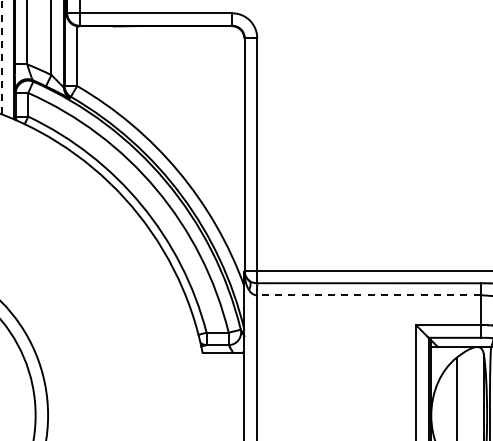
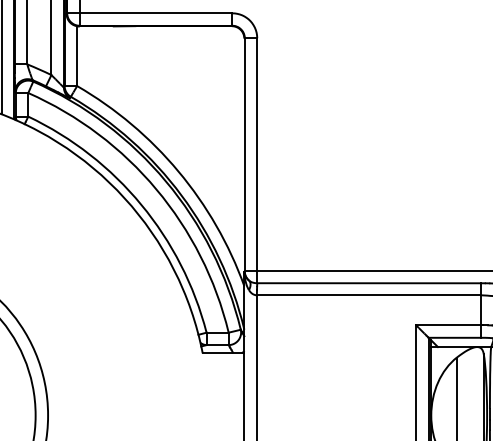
line at (1, 57): dashed -> solid
line at (368, 295): dashed -> solid
